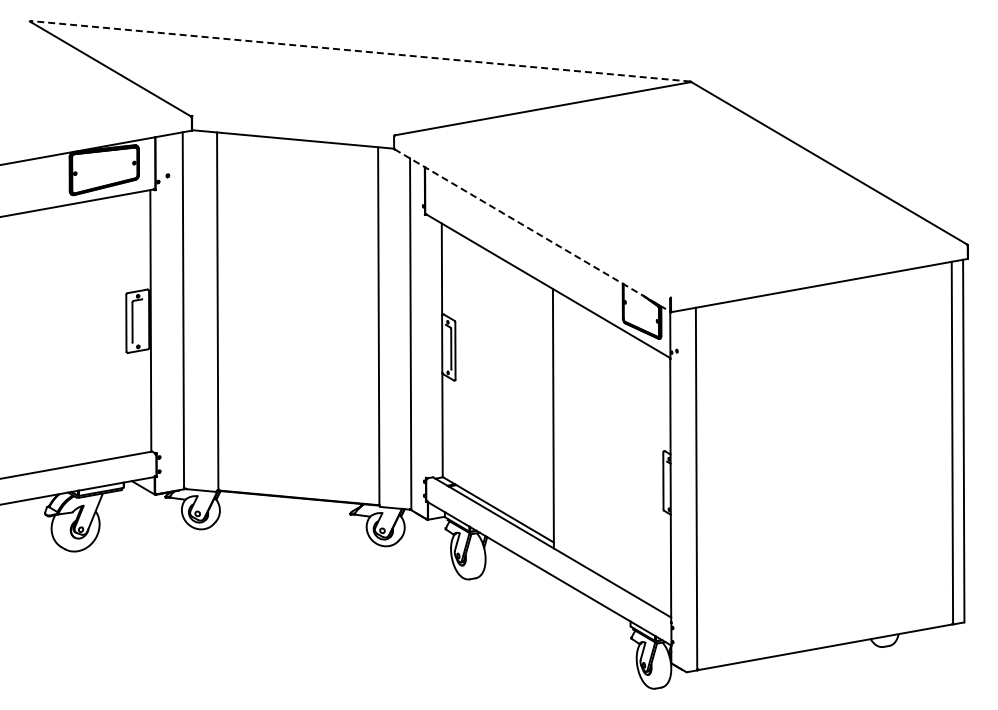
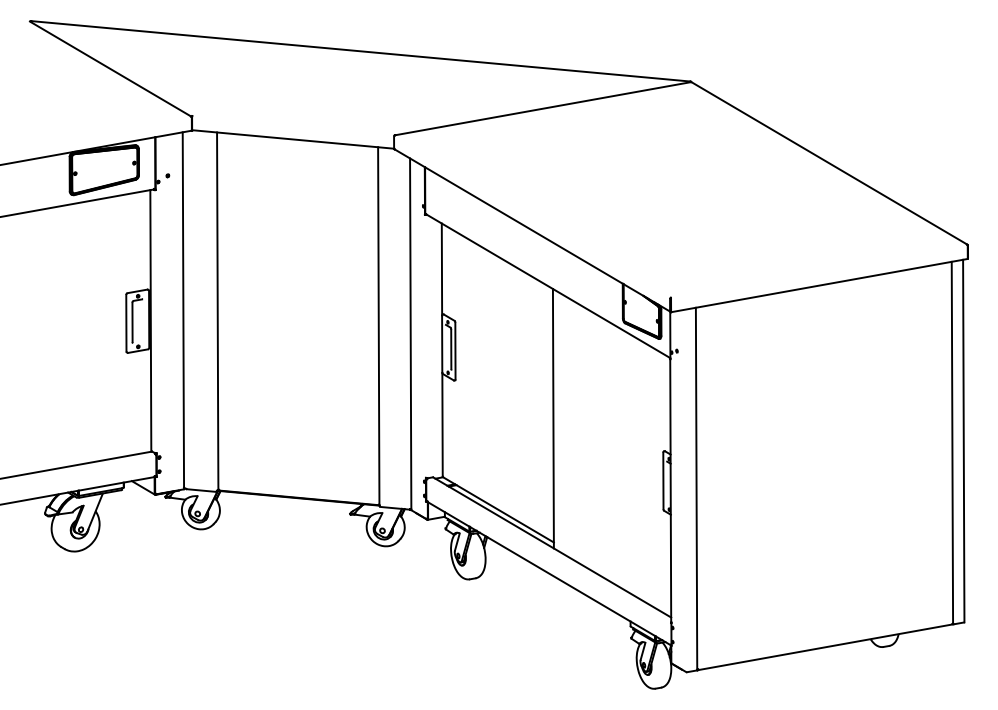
line at (360, 51): dashed -> solid
line at (532, 230): dashed -> solid
